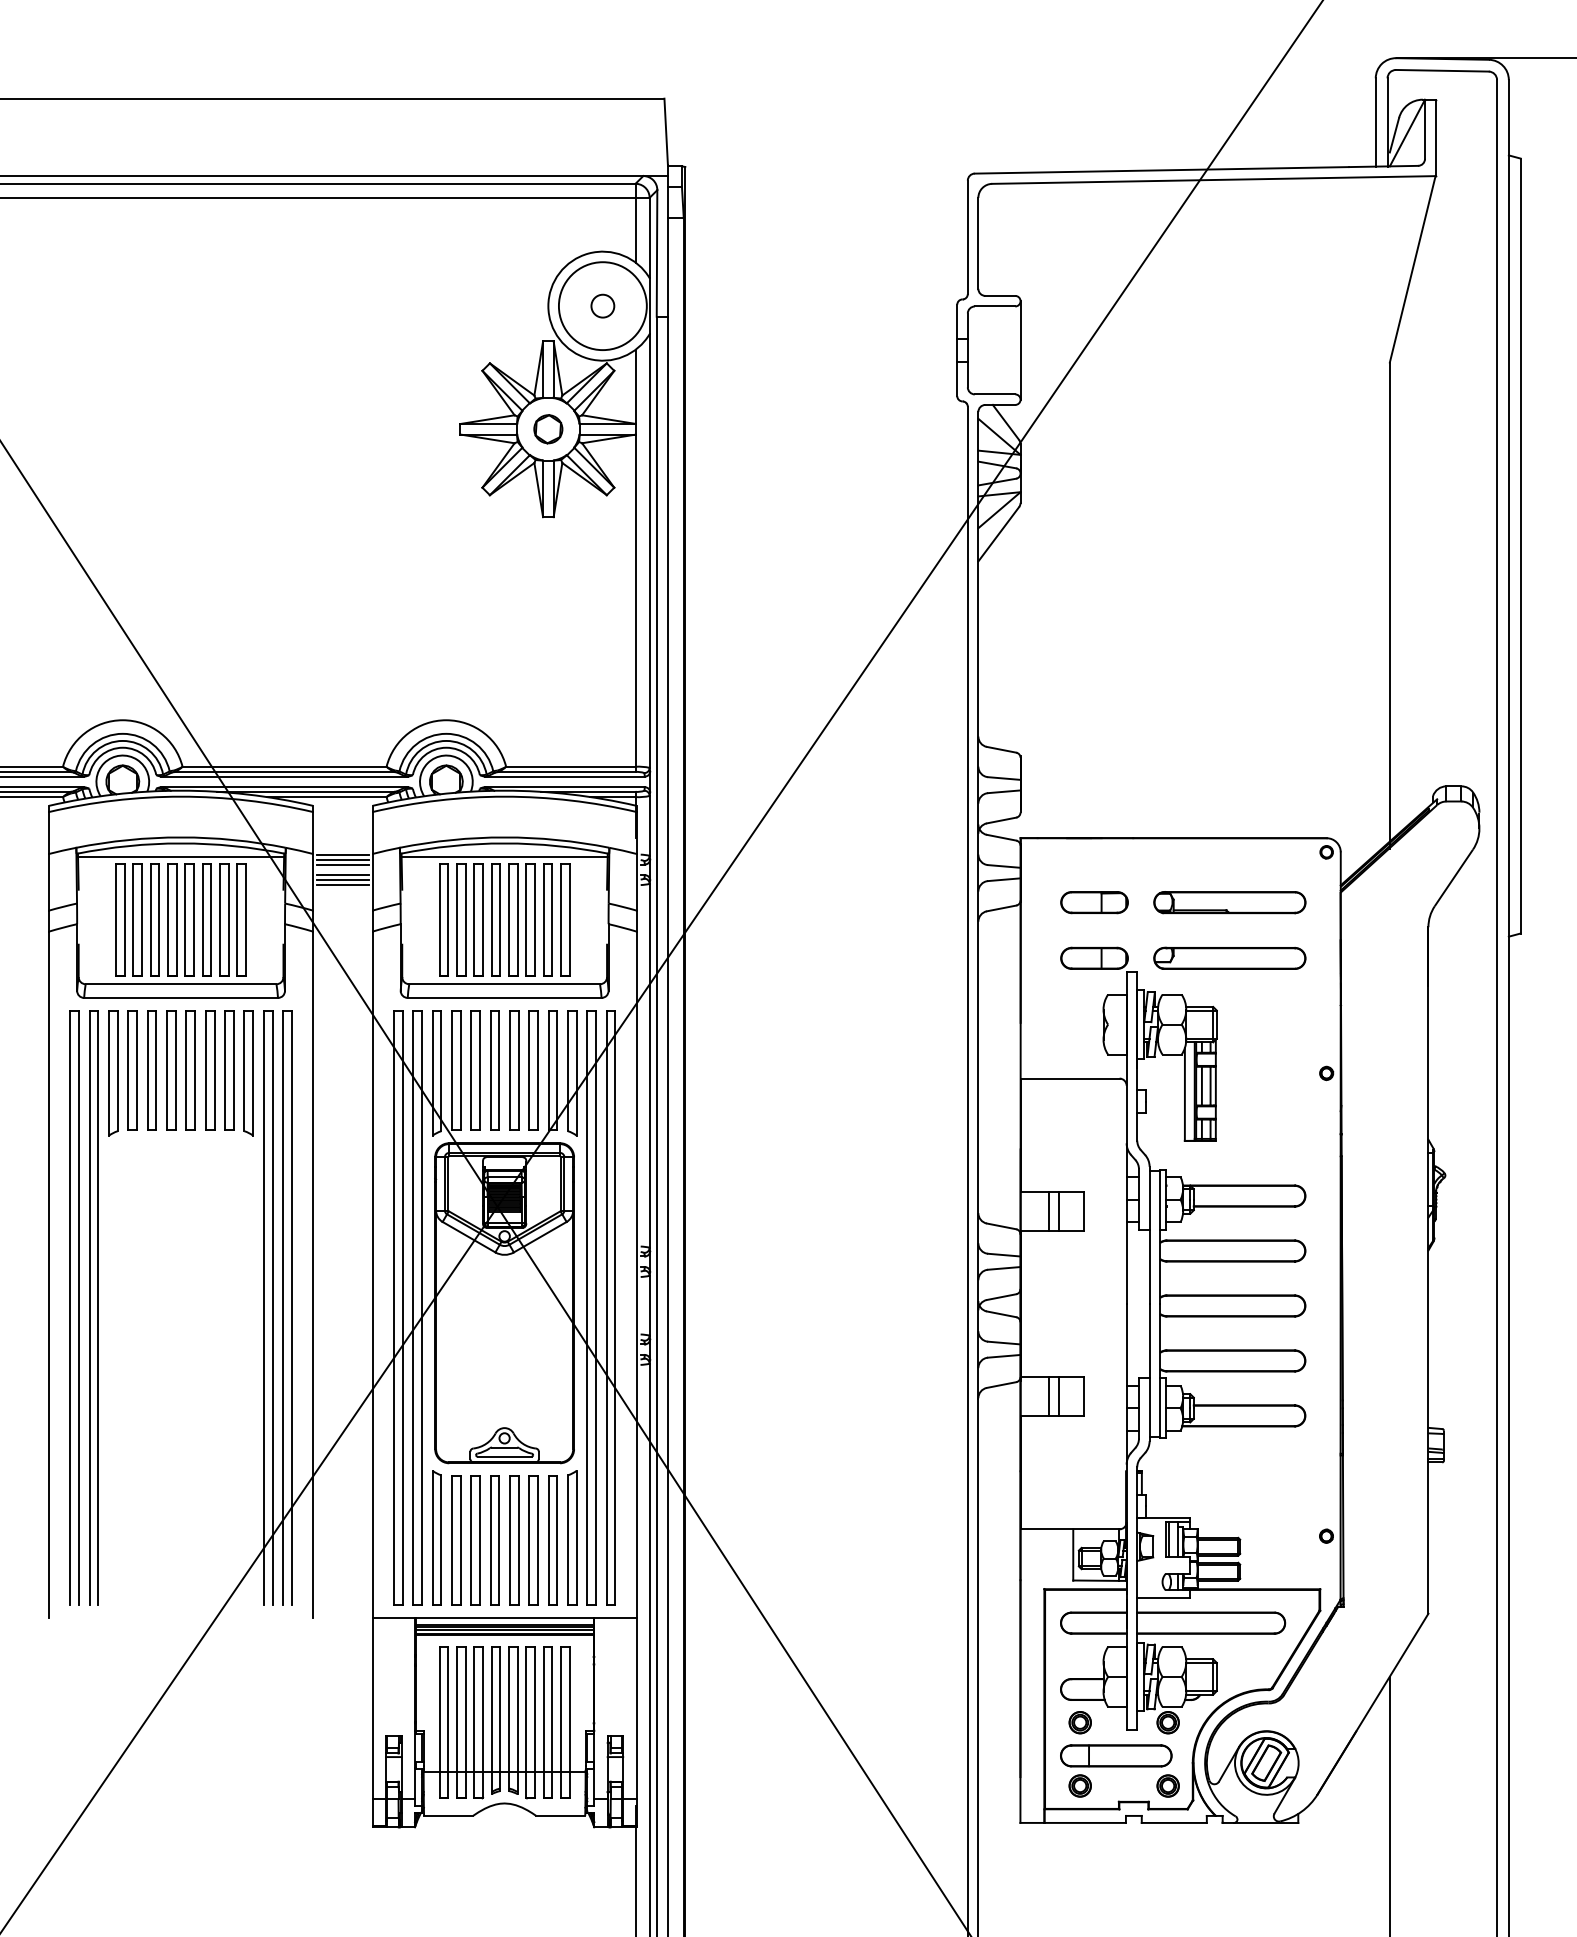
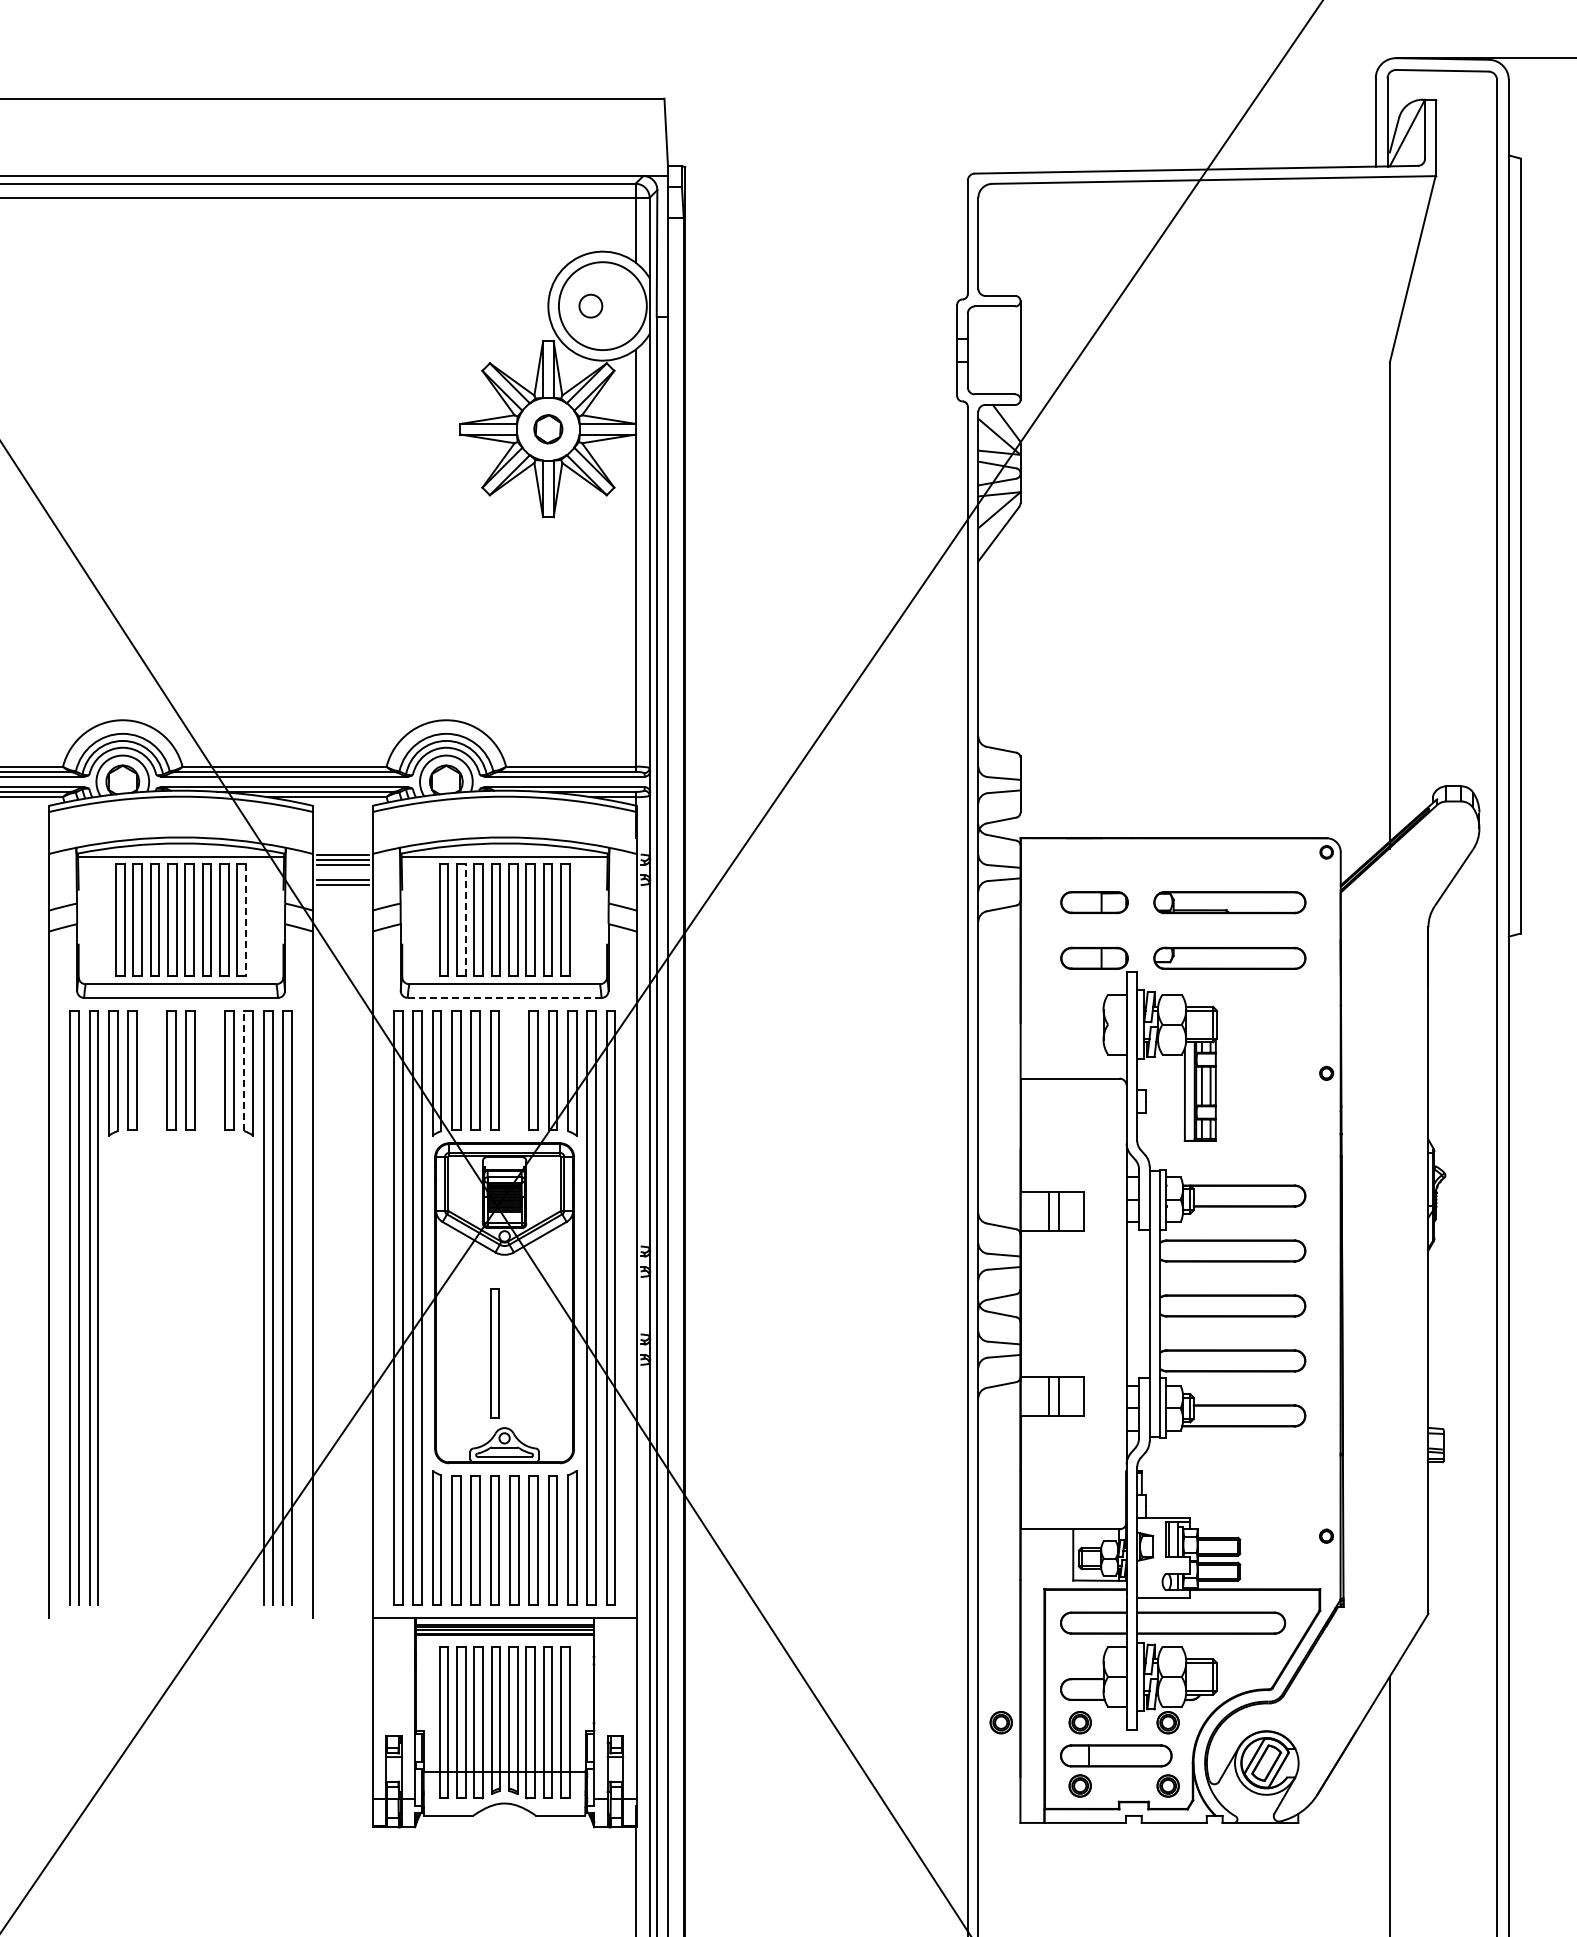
circle at (602, 305) position: (602, 305) -> (590, 305)
line at (342, 875): present -> none
line at (465, 919): solid -> dashed
line at (246, 920): solid -> dashed
line at (504, 997): solid -> dashed
part at (151, 1070): present -> none
part at (210, 1070): present -> none
part at (514, 1070): present -> none
line at (244, 1071): solid -> dashed
part at (494, 1353): none -> present
part at (1000, 1722): none -> present
